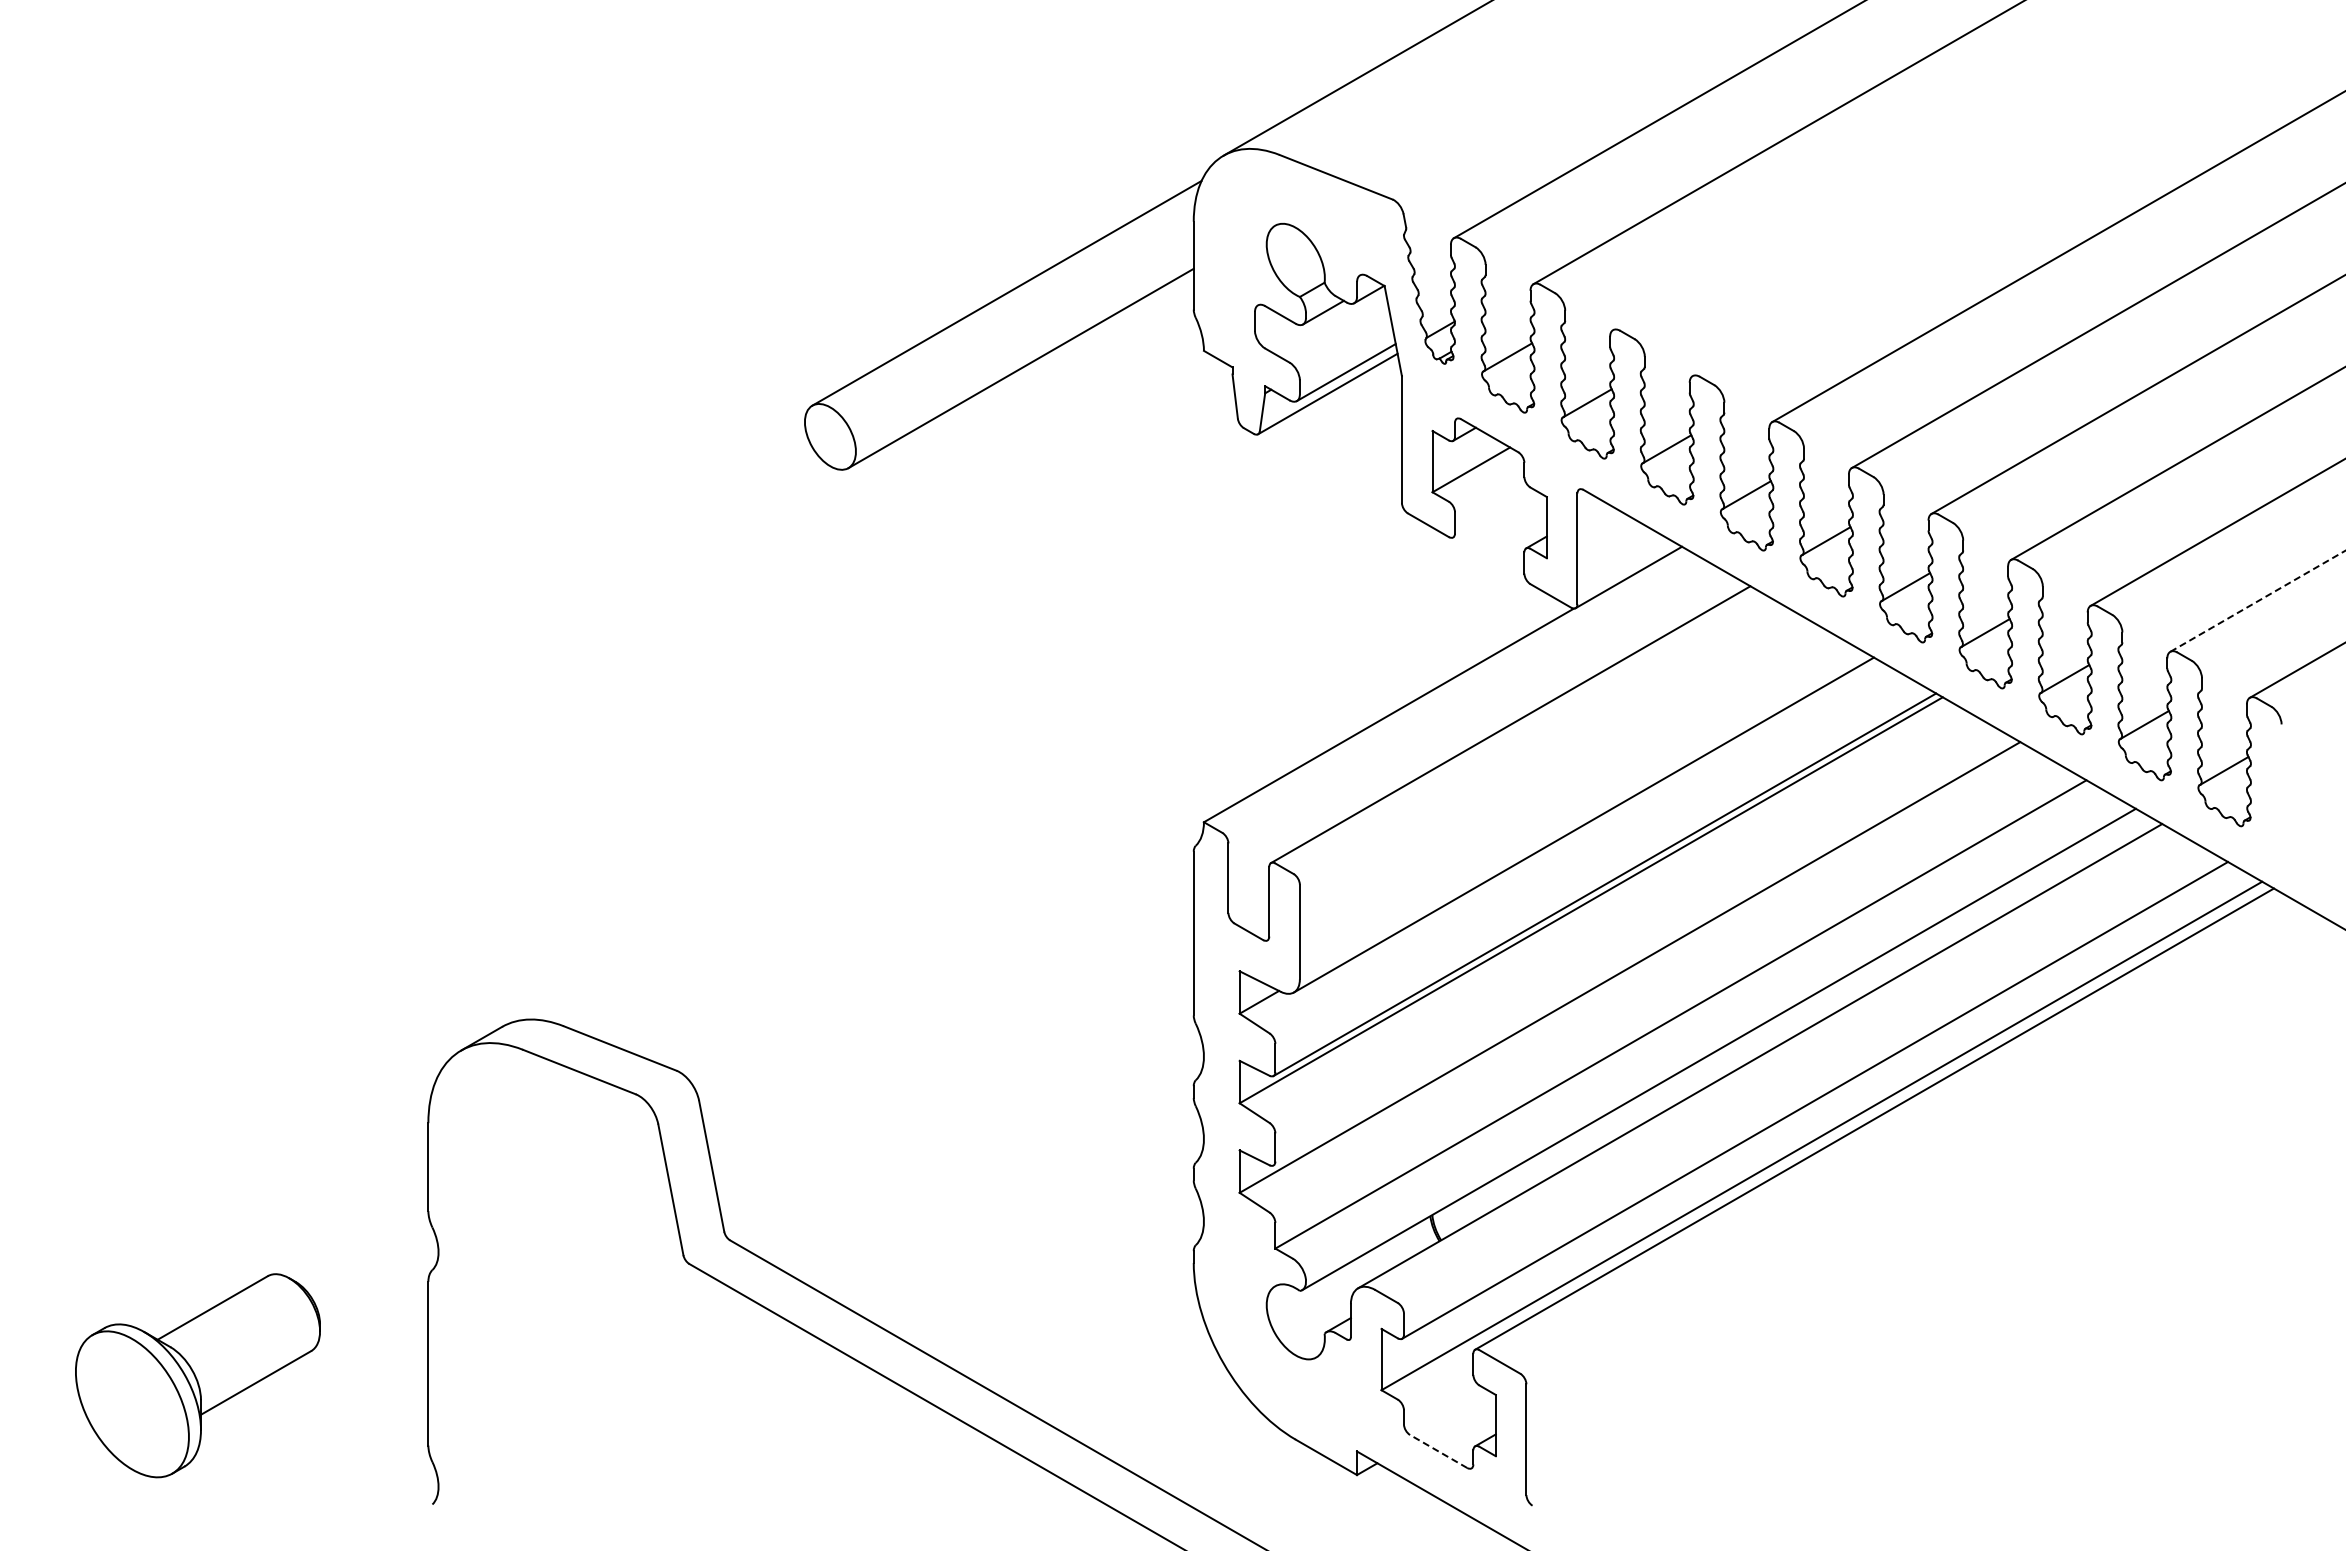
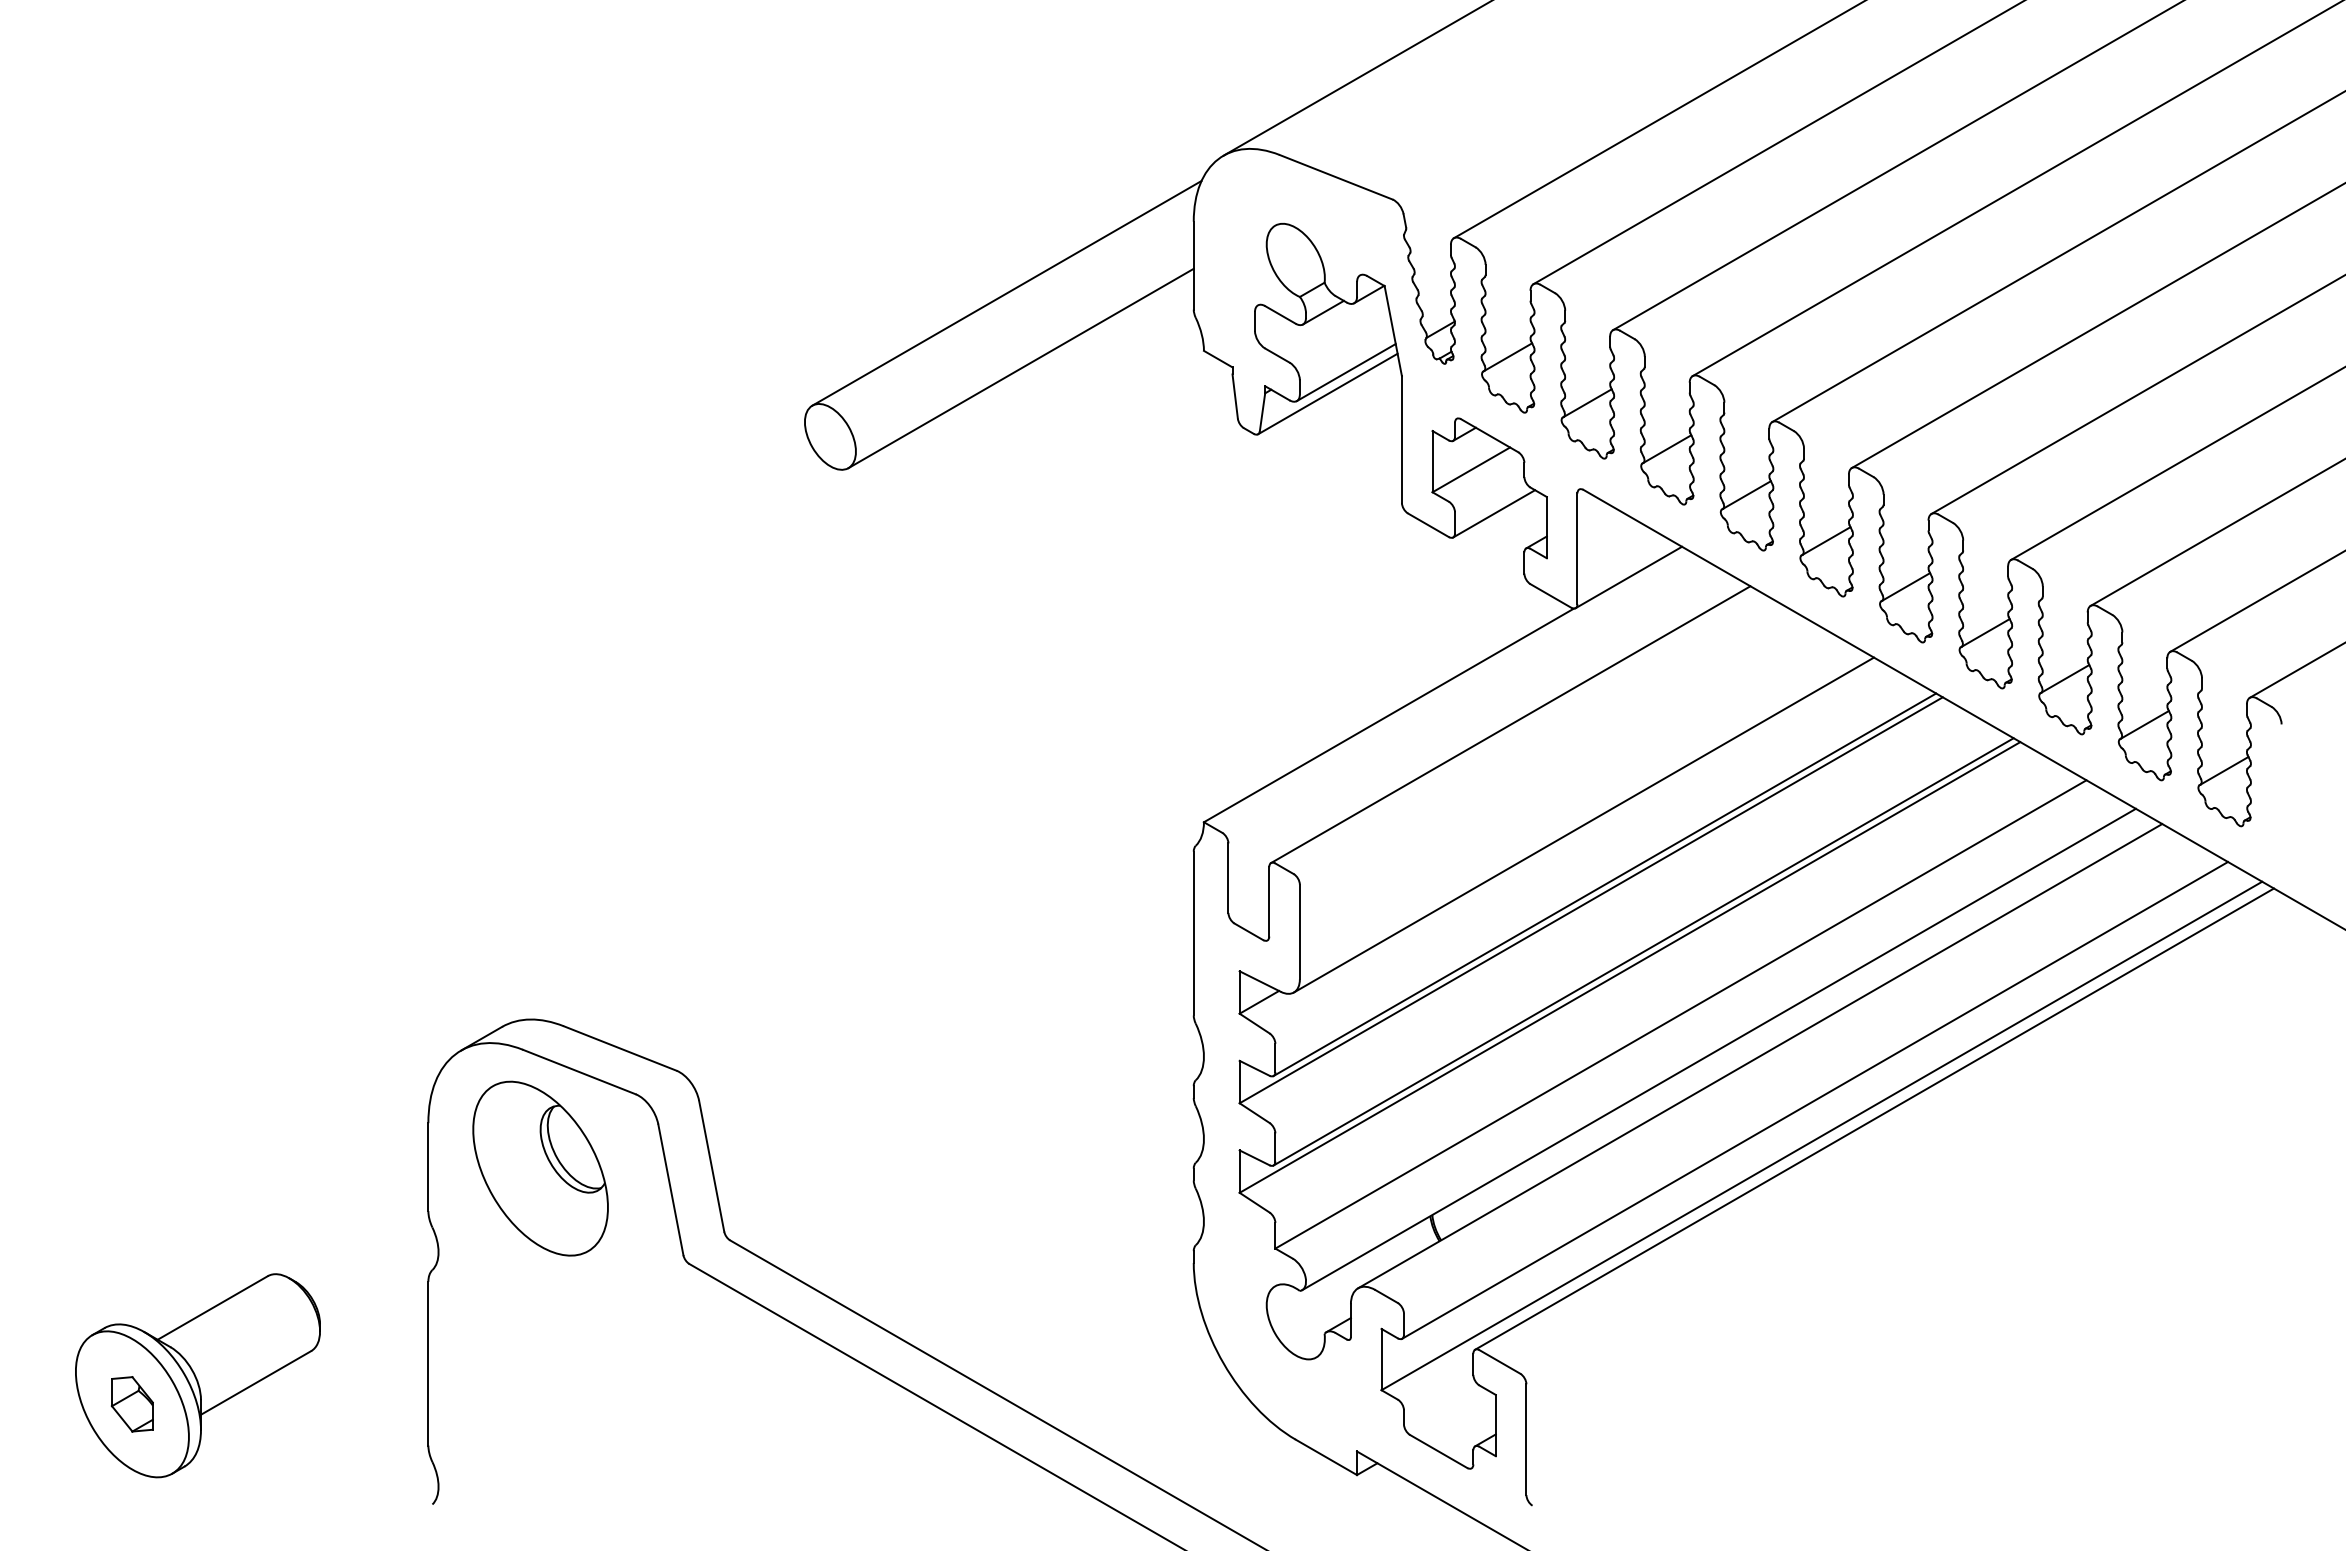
line at (1897, 166): none -> present
line at (2016, 189): none -> present
line at (1494, 513): none -> present
line at (2257, 601): dashed -> solid
line at (1643, 951): none -> present
part at (540, 1168): none -> present
part at (132, 1404): none -> present
line at (1438, 1451): dashed -> solid
